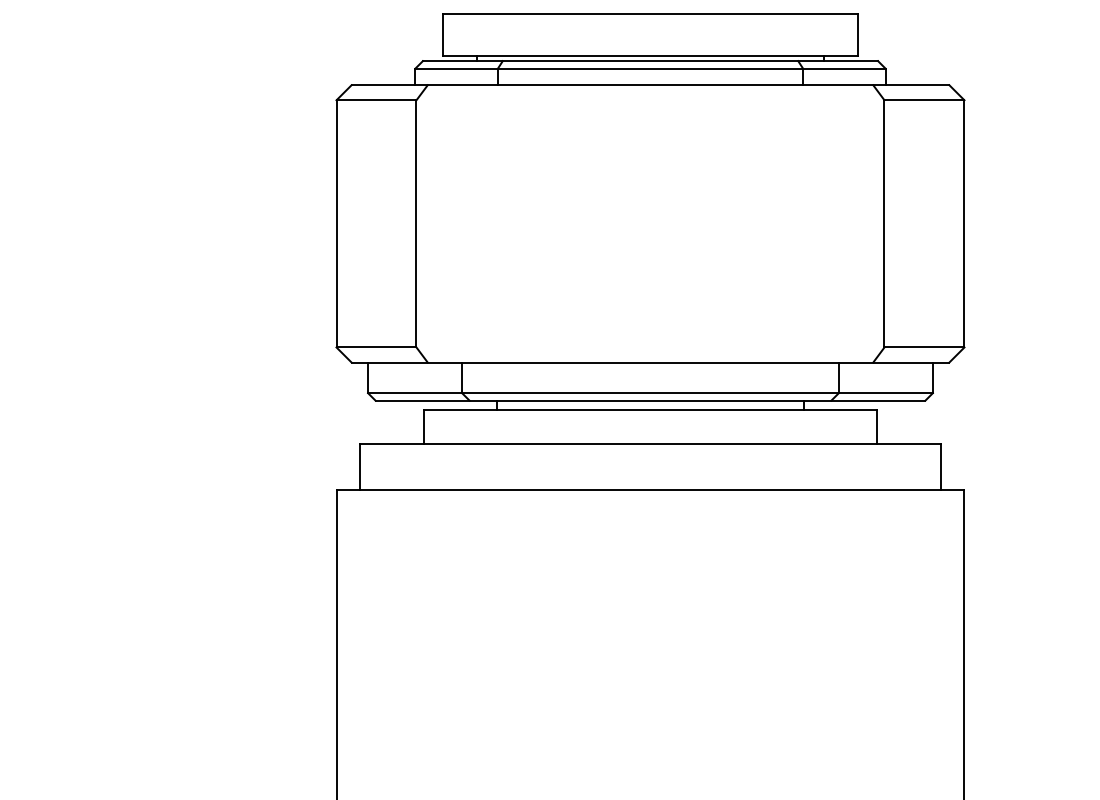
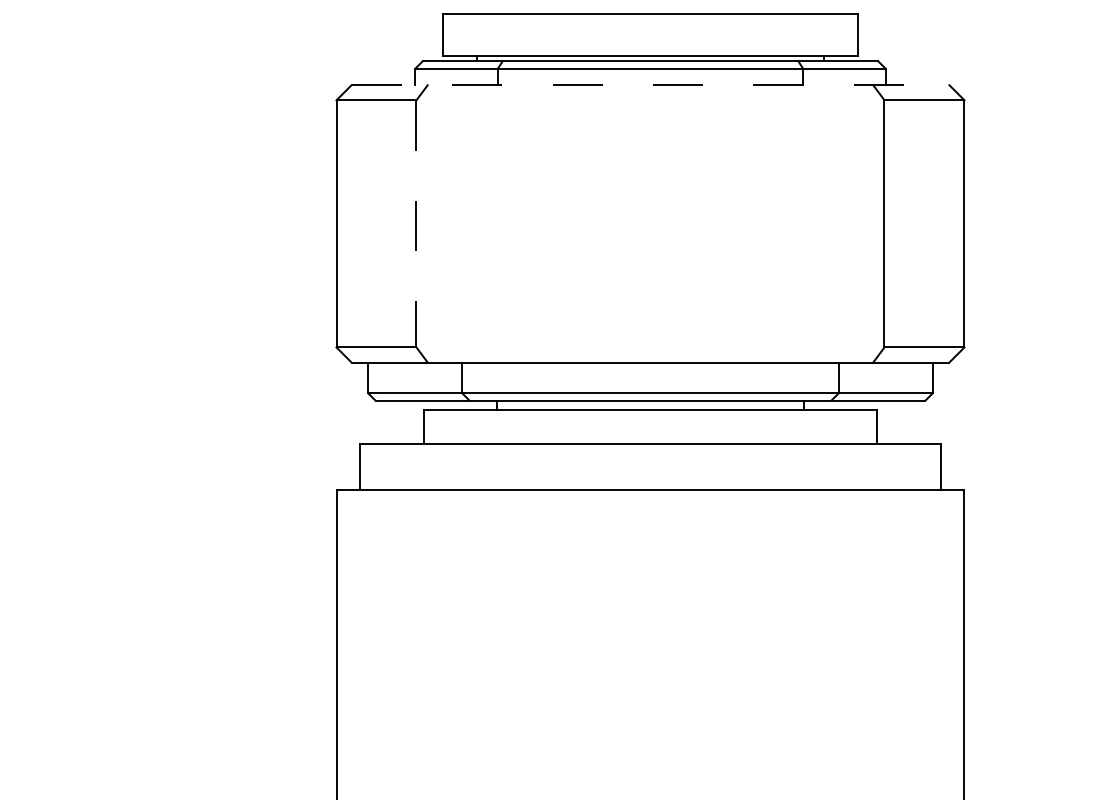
line at (650, 85): solid -> dashed
line at (416, 223): solid -> dashed
